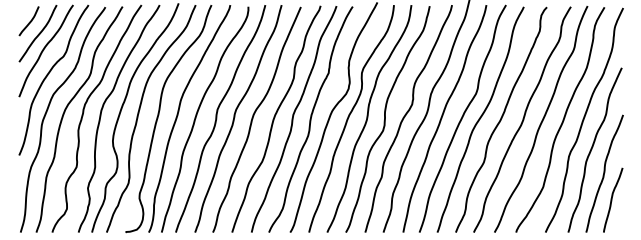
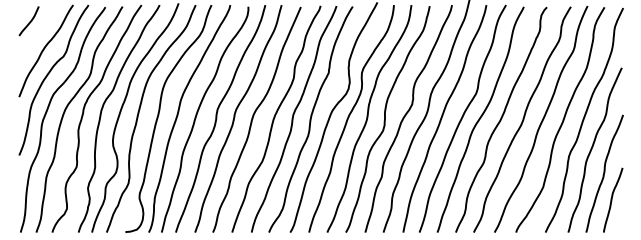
curve at (38, 33): present -> none
